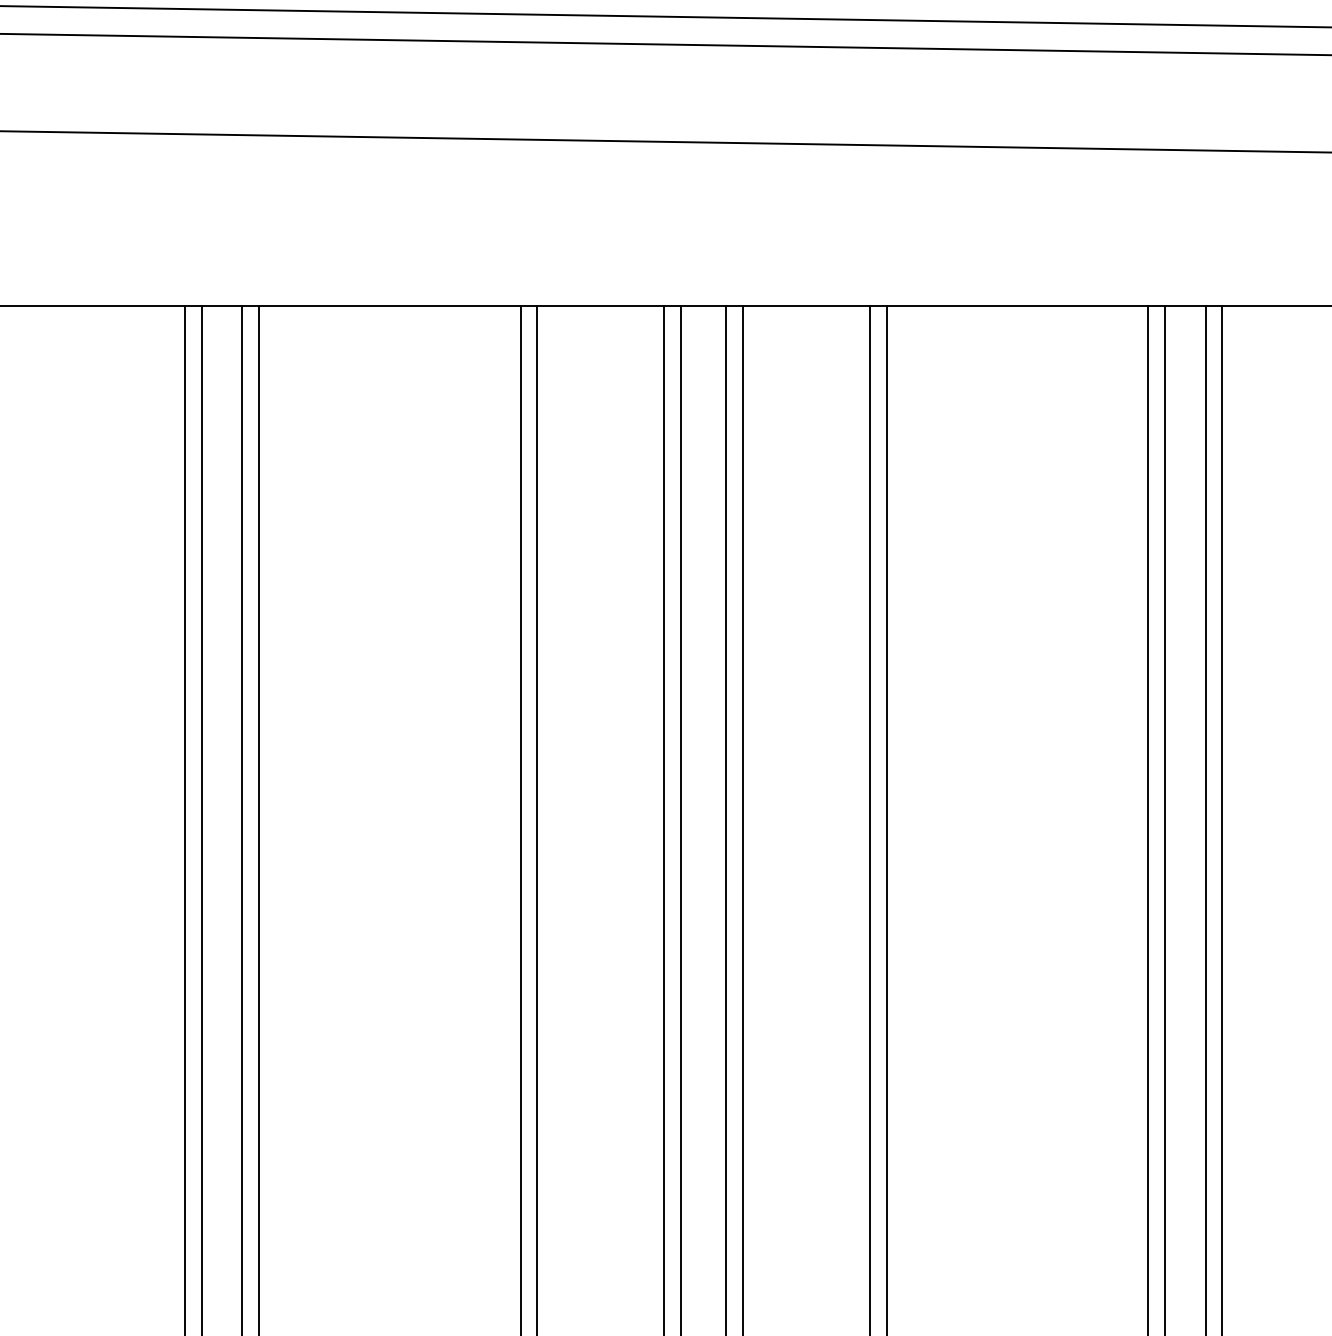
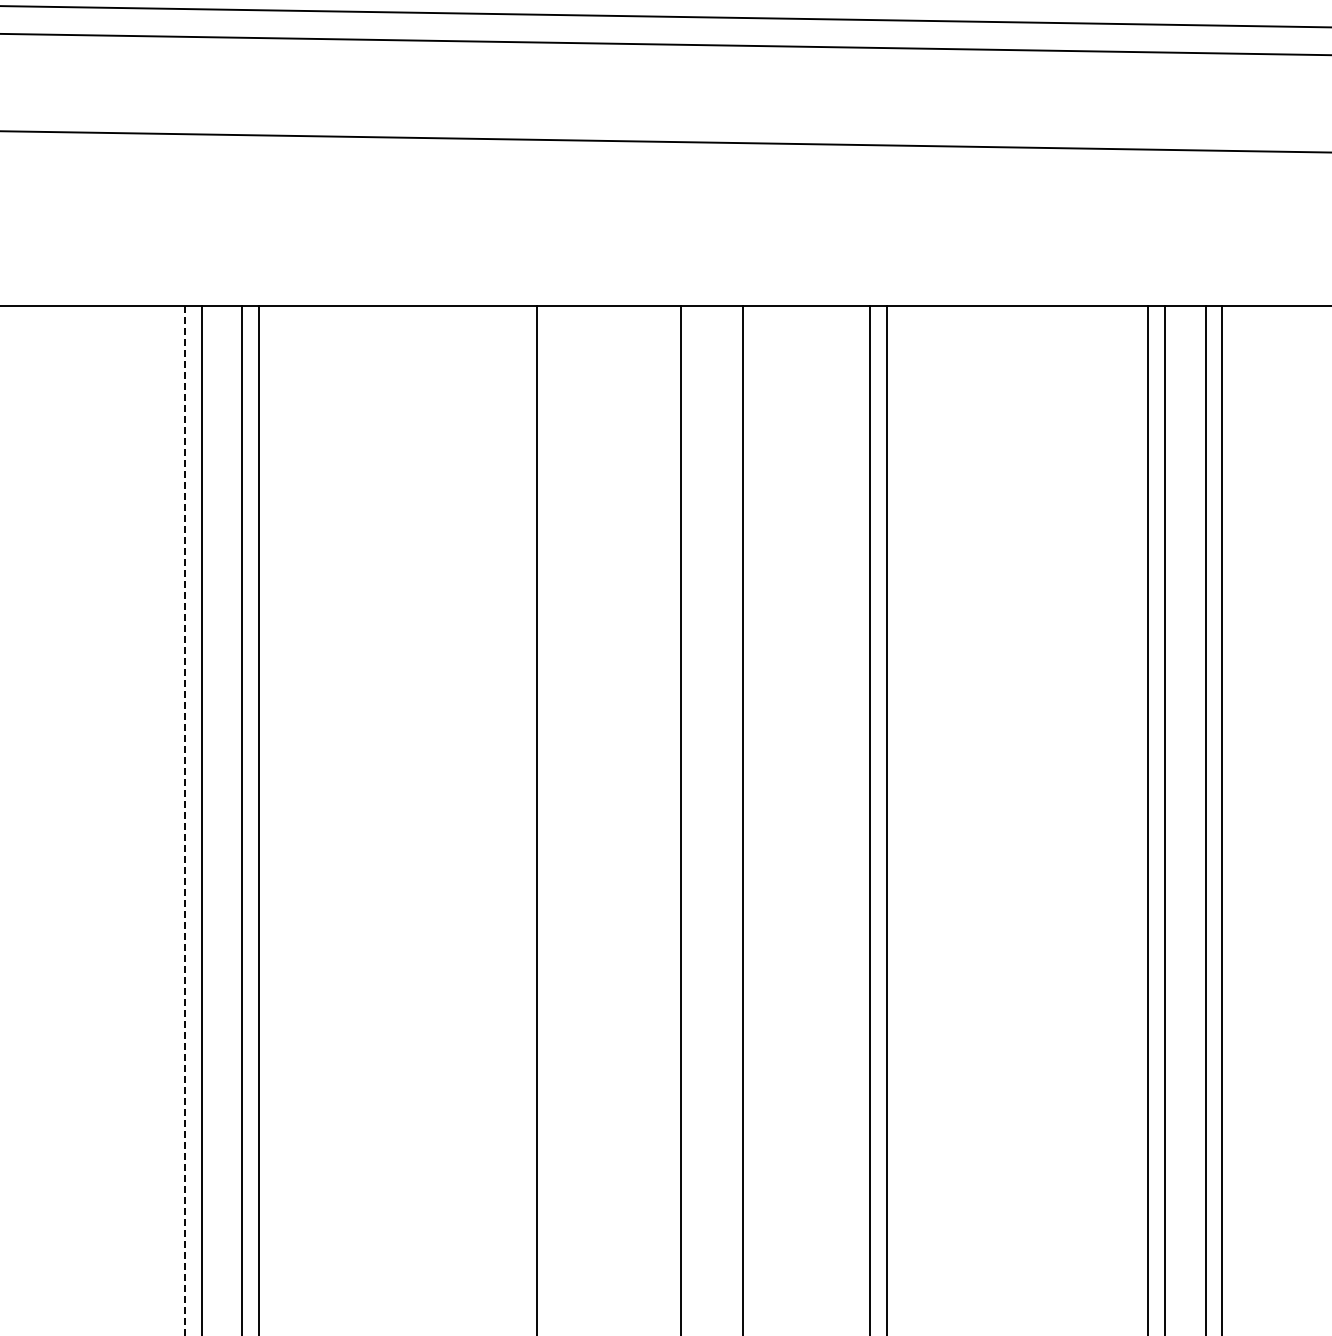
line at (520, 819): present -> none
line at (664, 819): present -> none
line at (726, 819): present -> none
line at (184, 821): solid -> dashed
